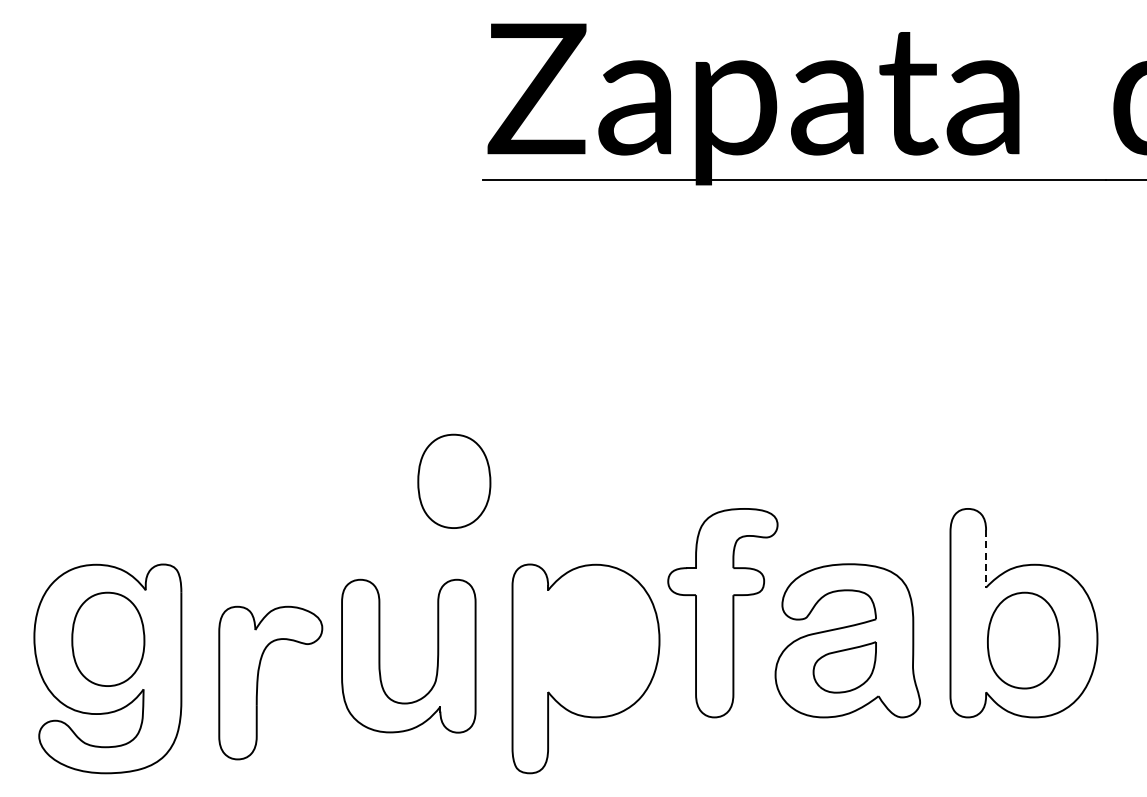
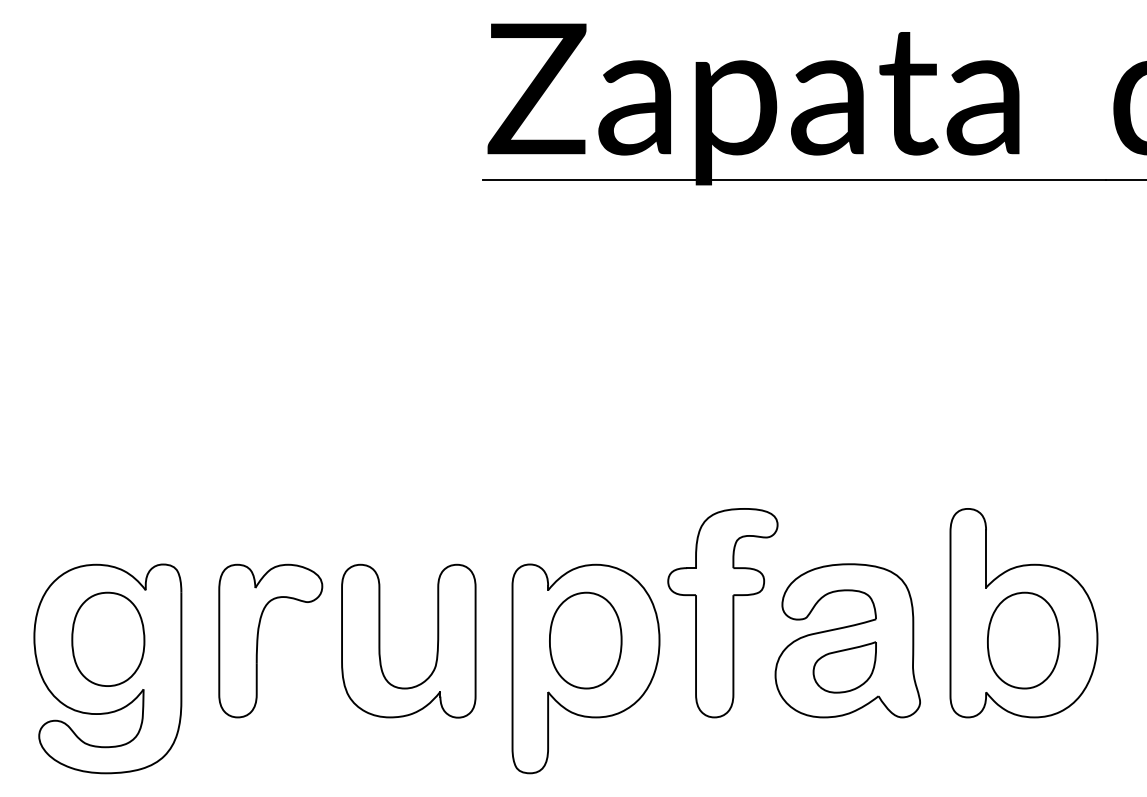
part at (454, 480): present -> none
line at (986, 558): dashed -> solid
part at (585, 640): none -> present
part at (380, 655) position: (380, 655) -> (380, 640)
part at (258, 682) position: (258, 682) -> (258, 640)
